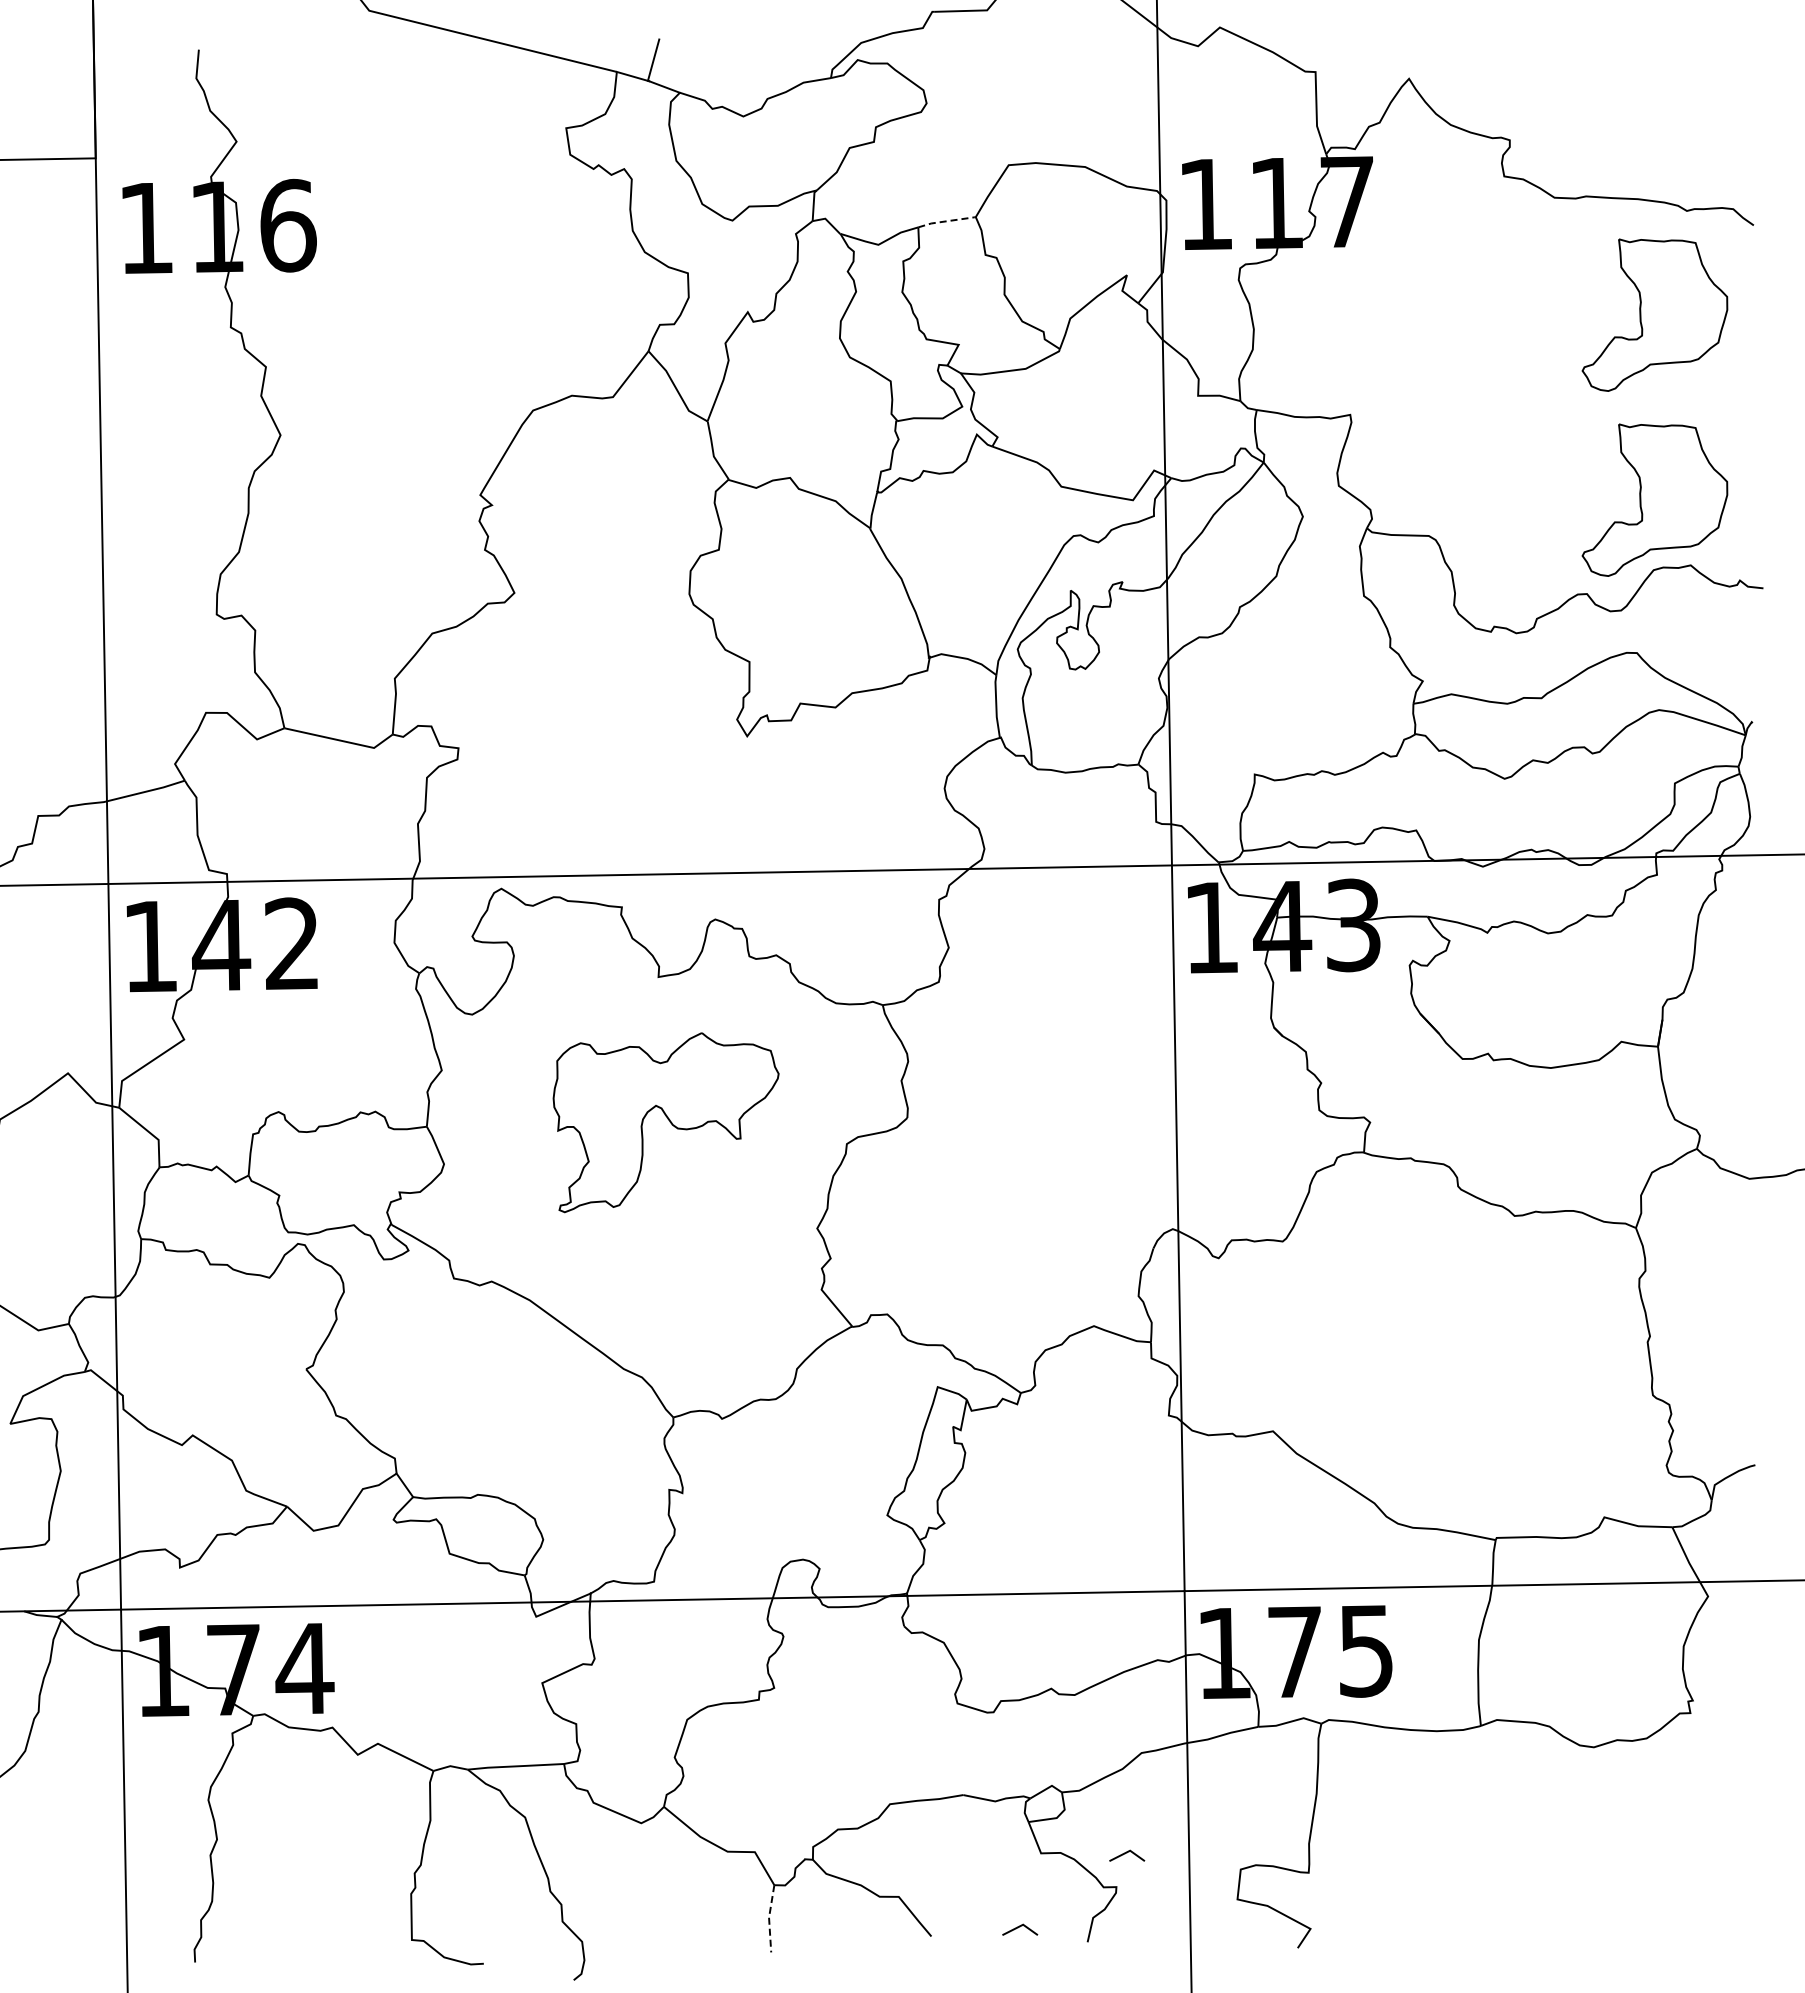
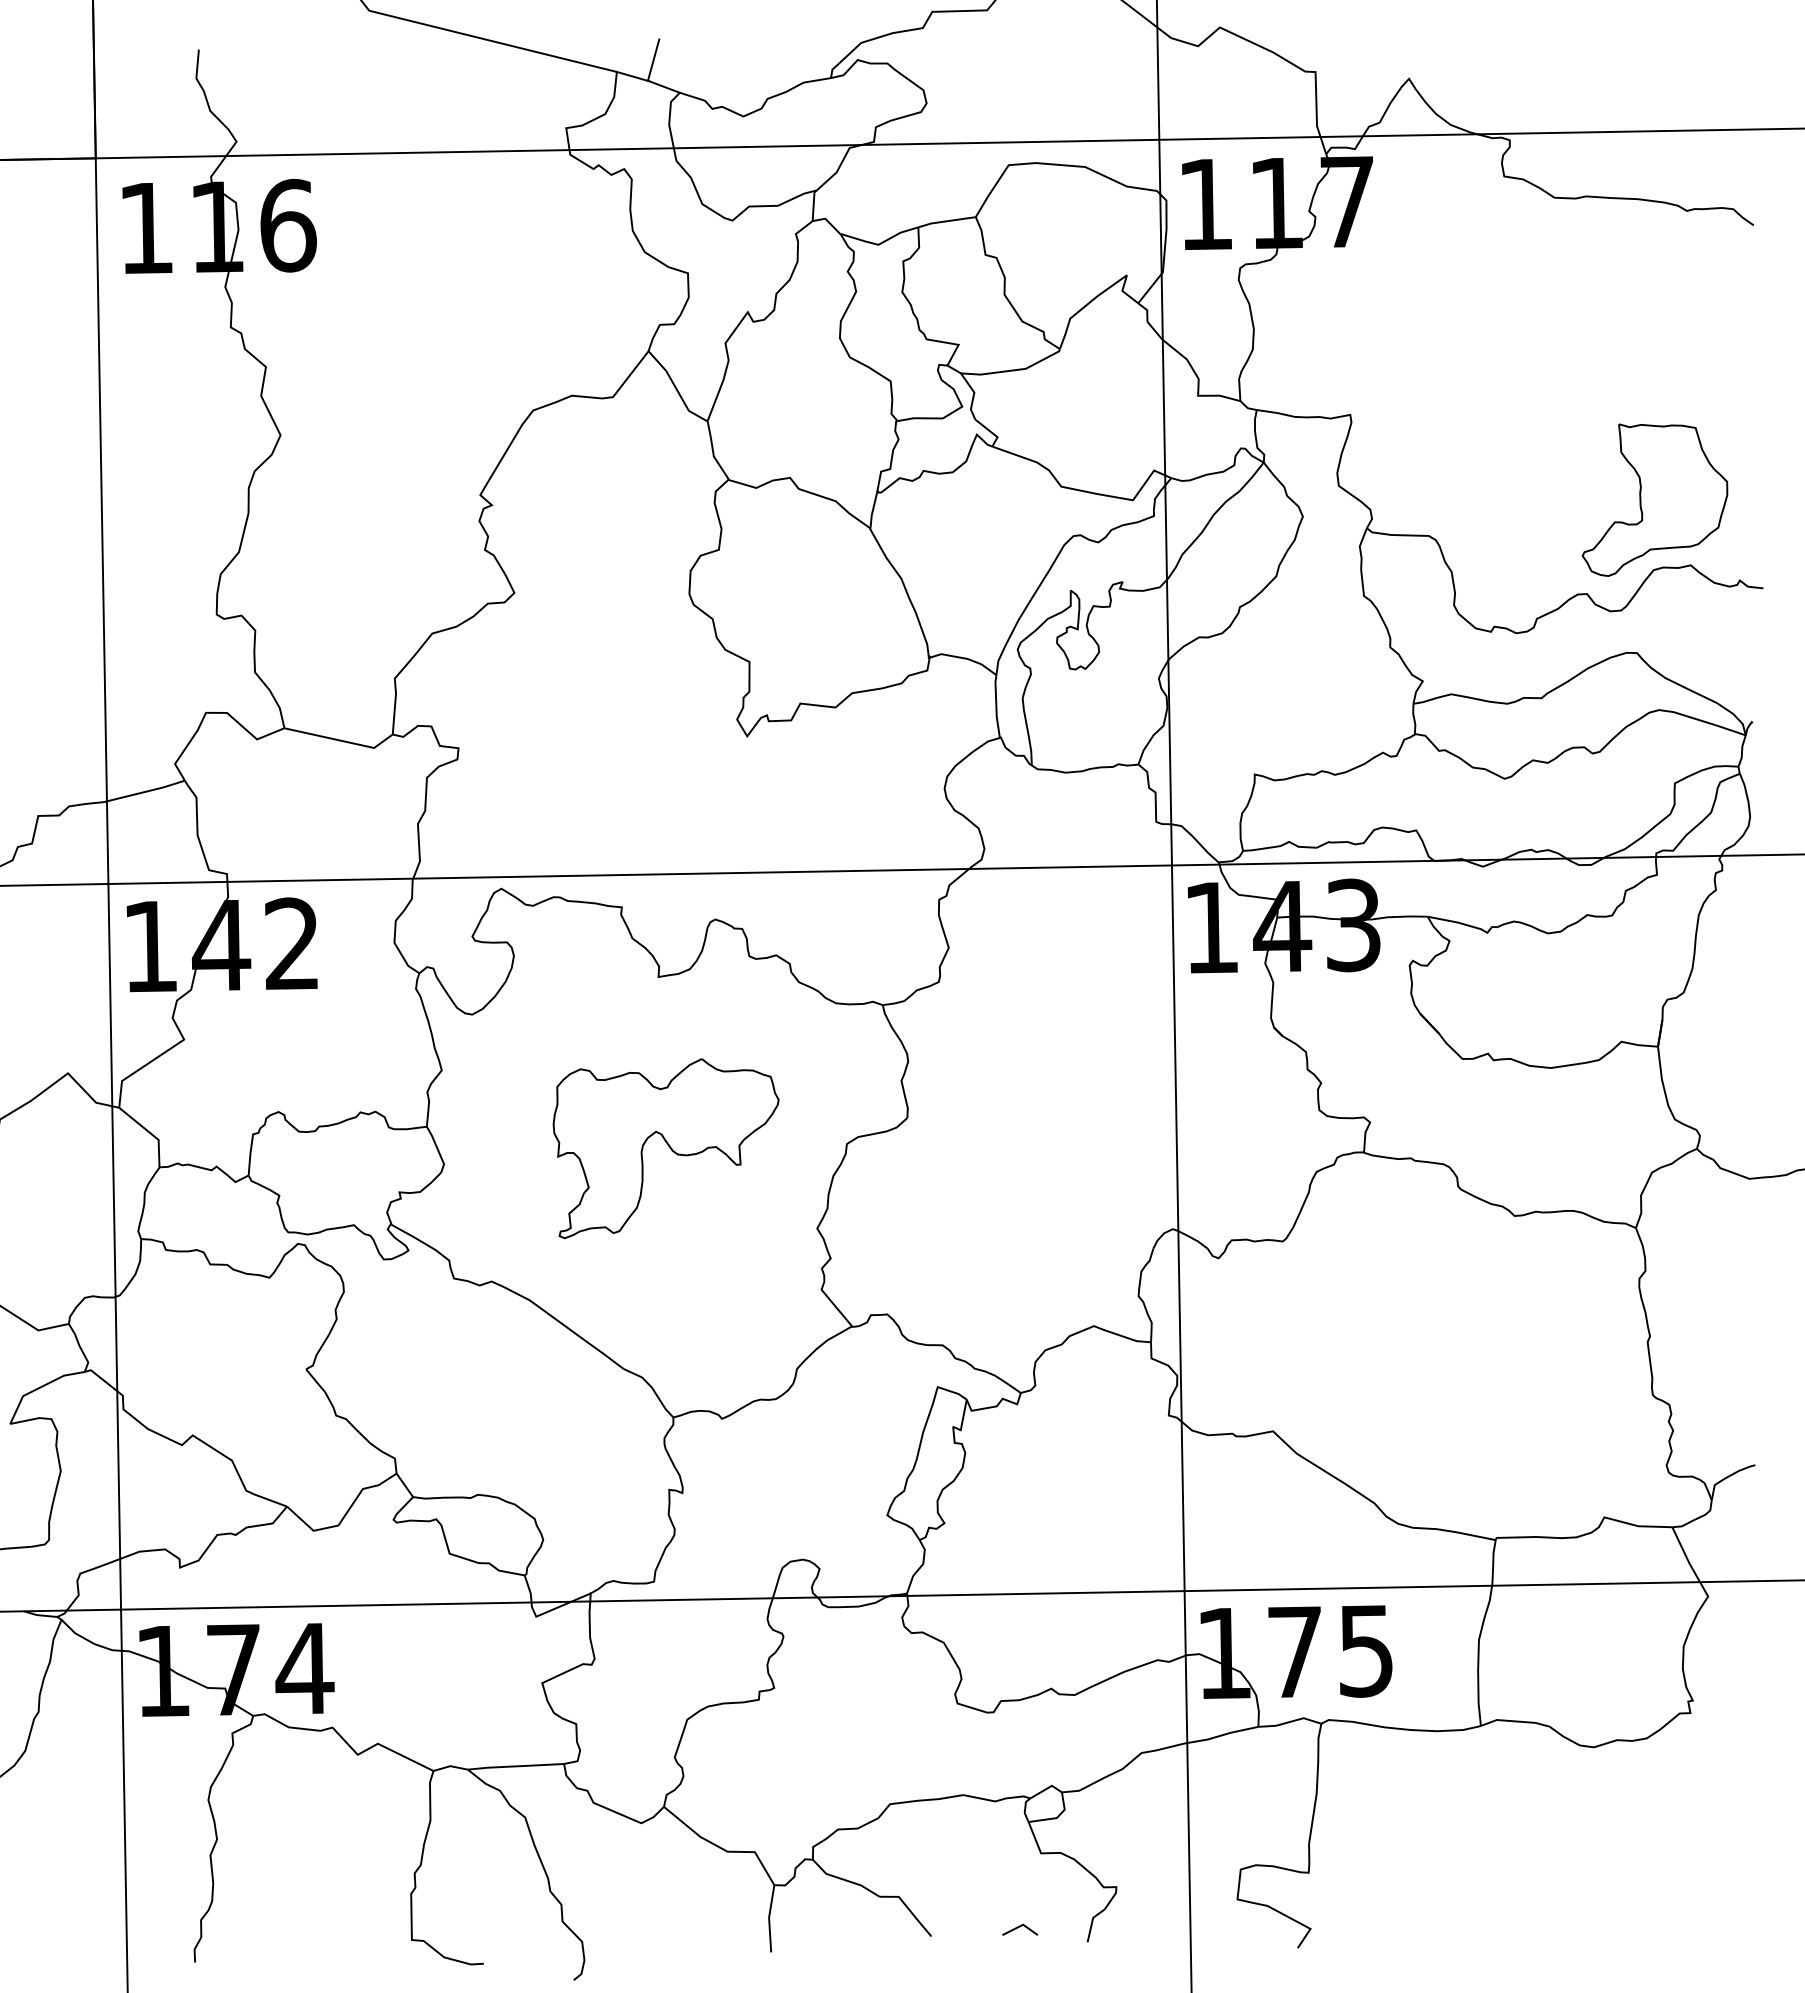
line at (901, 143): none -> present
line at (945, 221): dashed -> solid
part at (1654, 314): present -> none
part at (665, 1122) position: (665, 1122) -> (665, 1148)
line at (1127, 1853): present -> none
line at (769, 1917): dashed -> solid
